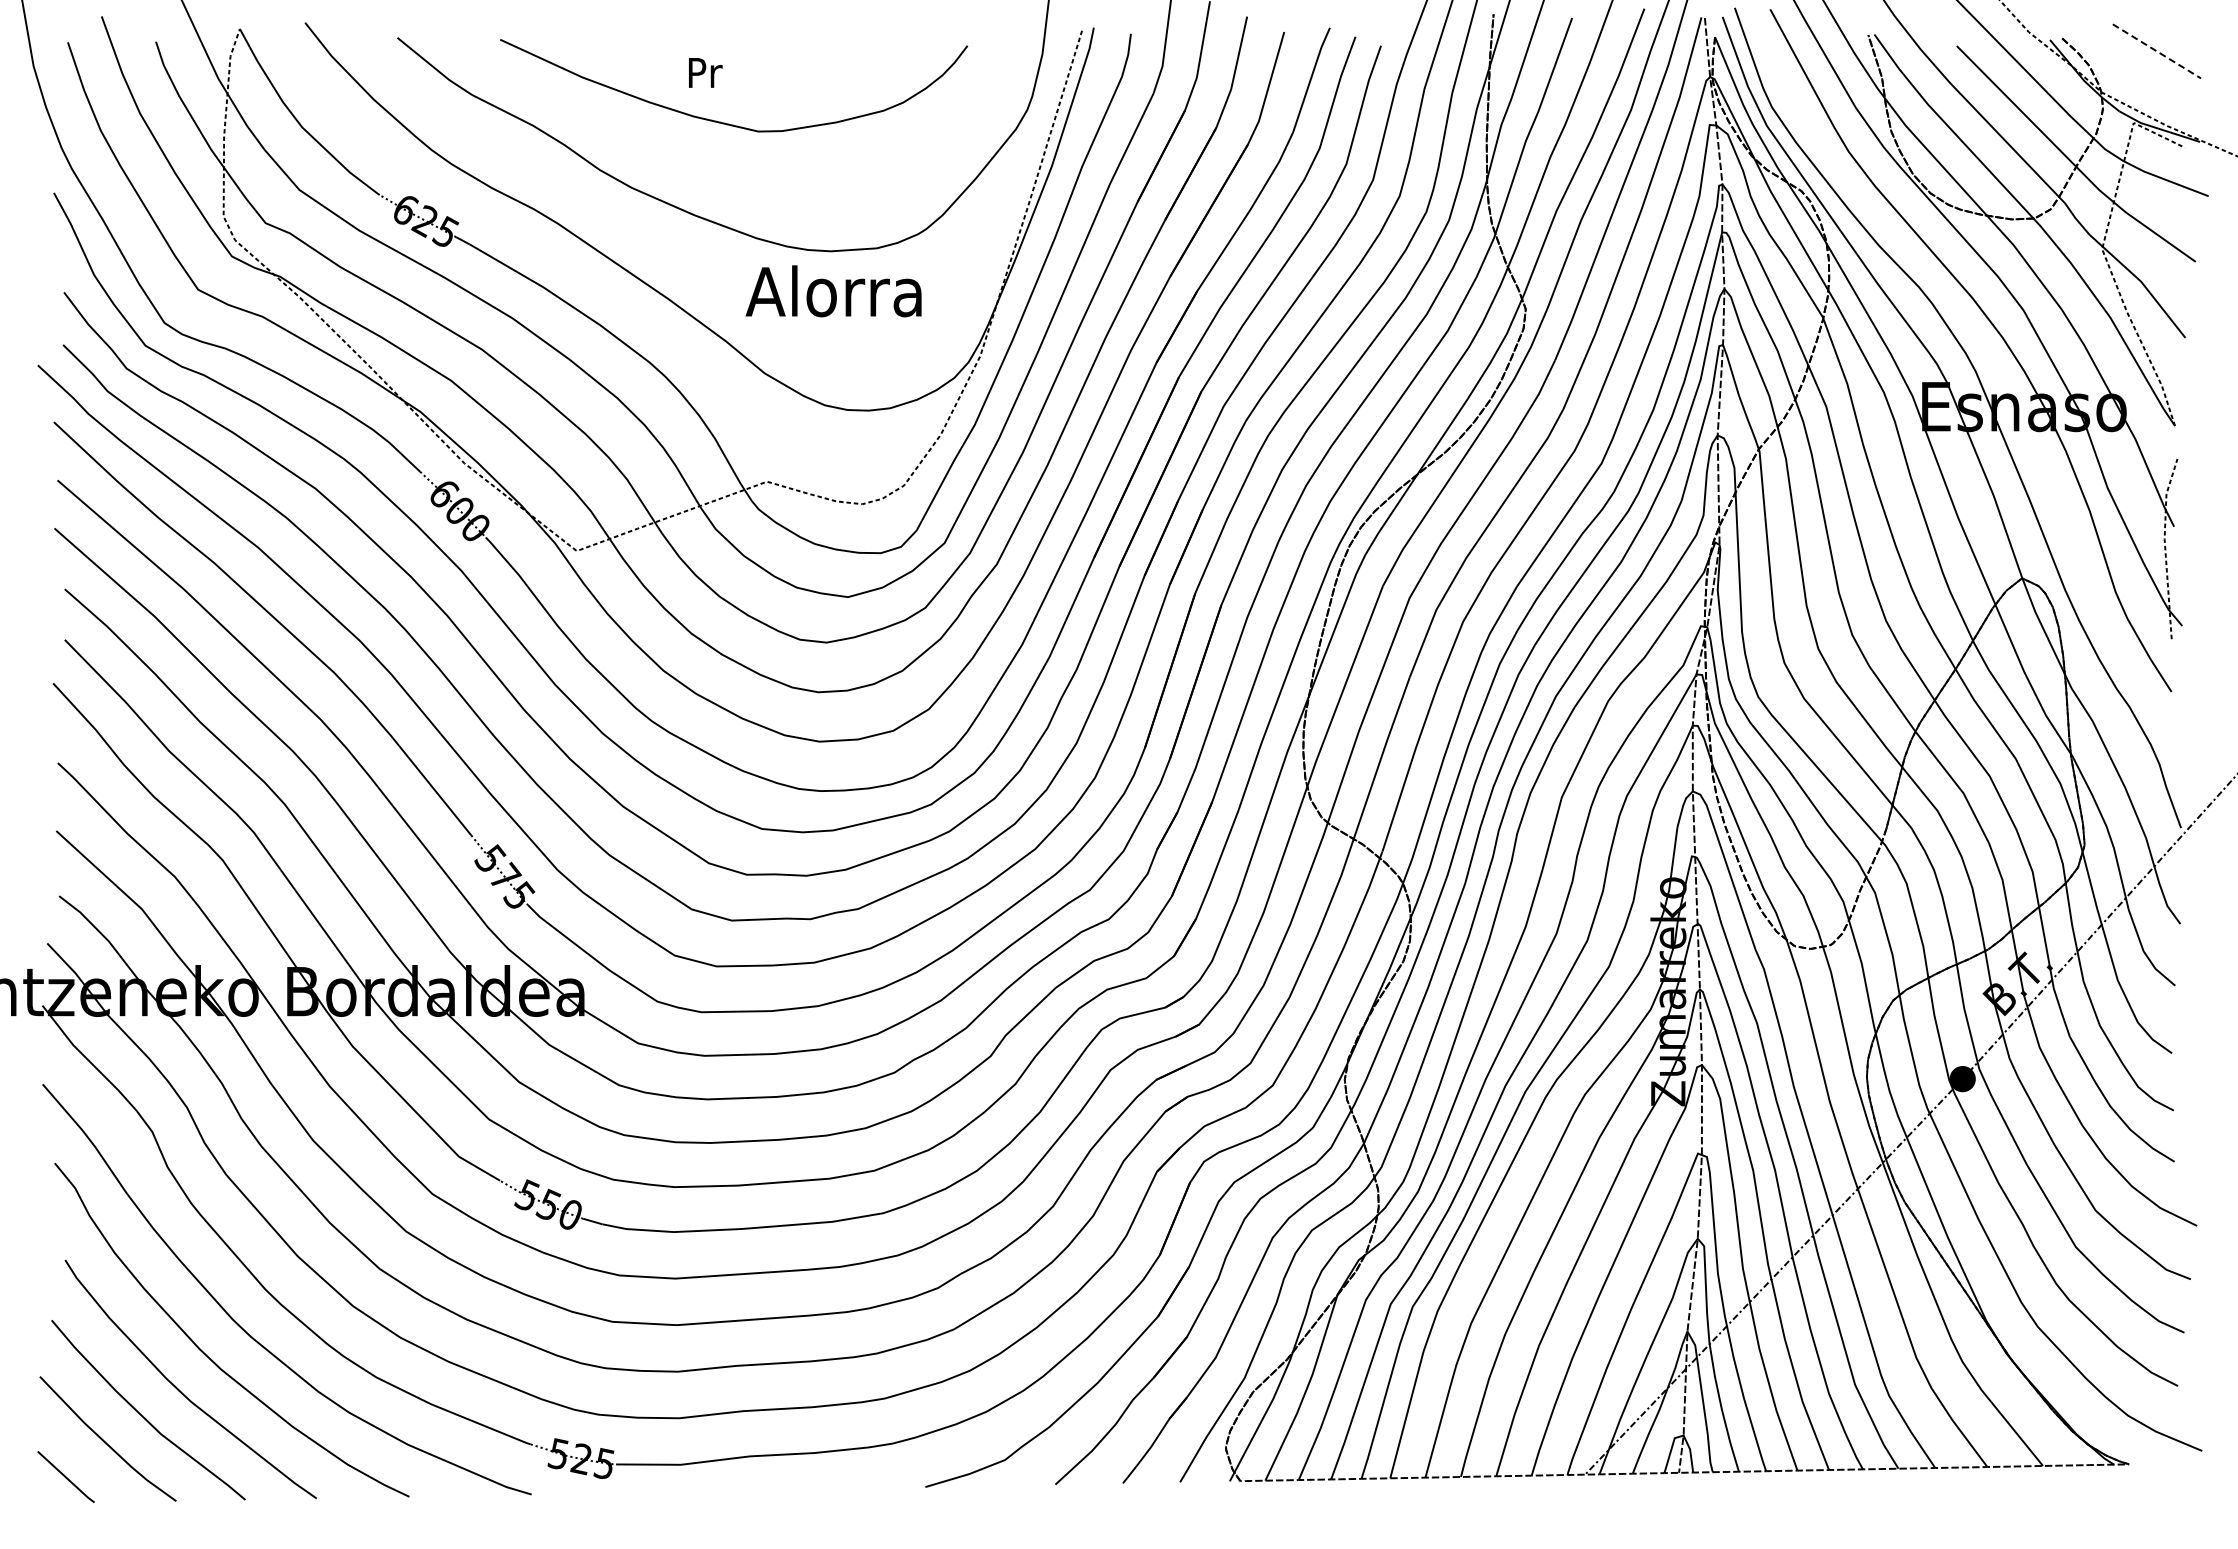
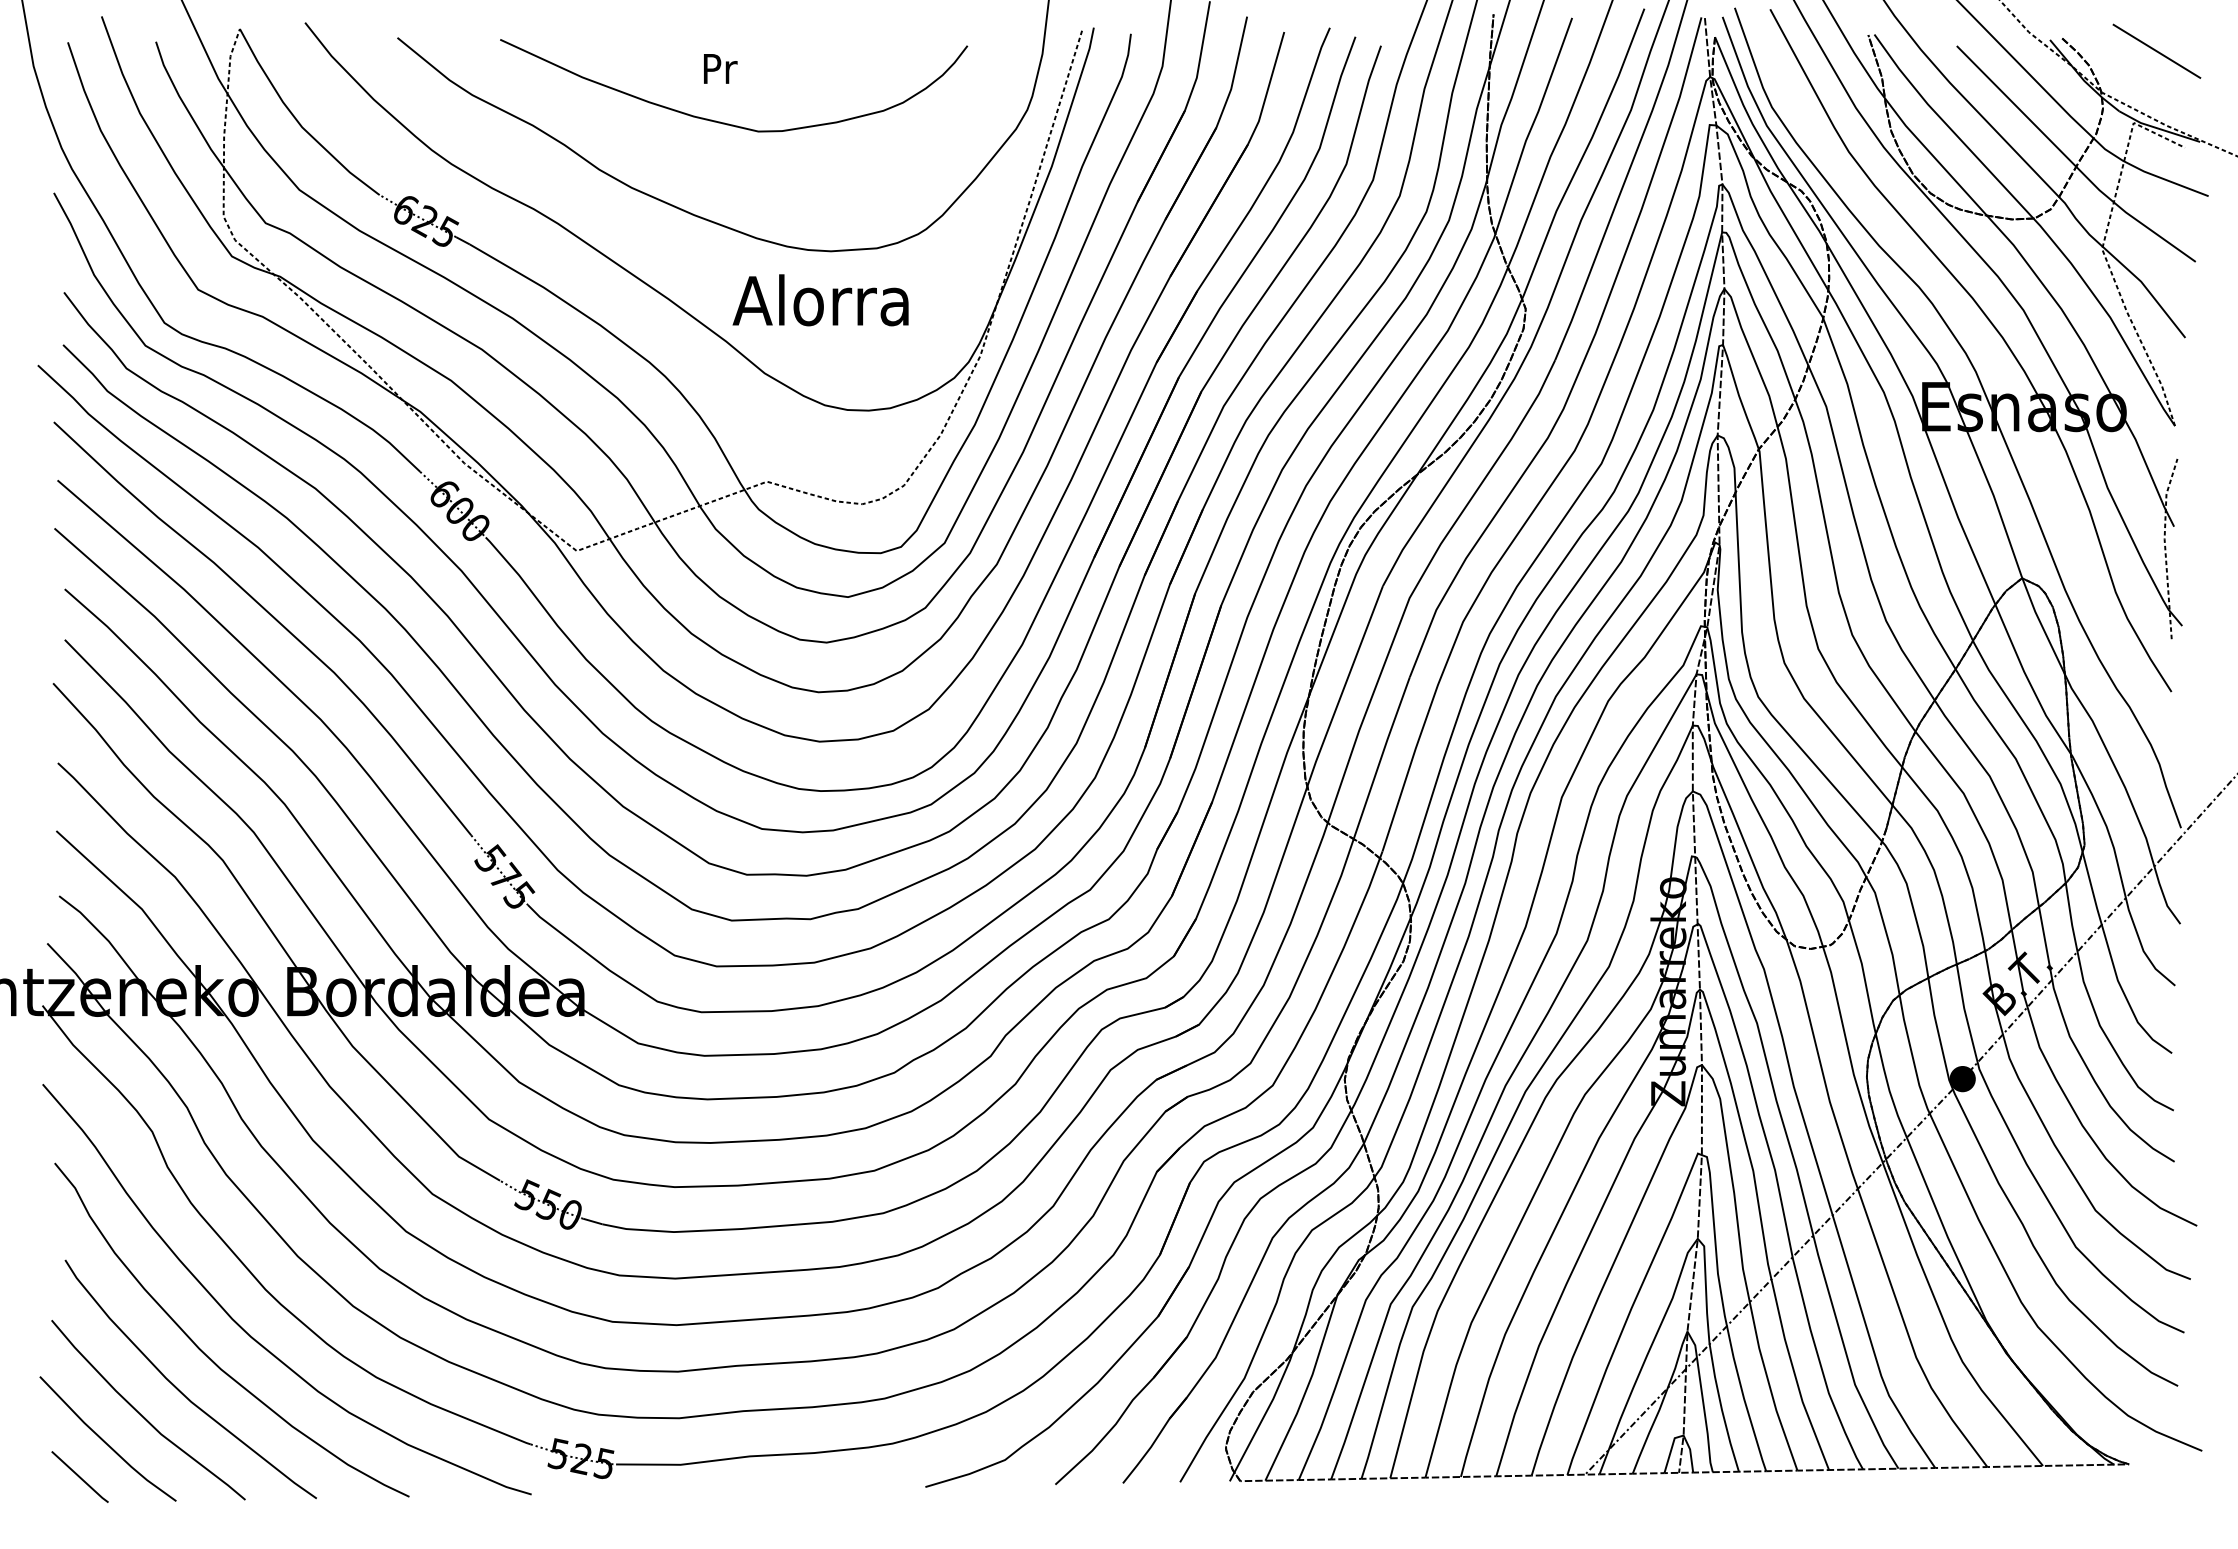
line at (2156, 51): dashed -> solid
text at (705, 72) position: (705, 72) -> (720, 68)
text at (833, 291) position: (833, 291) -> (820, 300)
line at (65, 1476) position: (65, 1476) -> (79, 1476)
